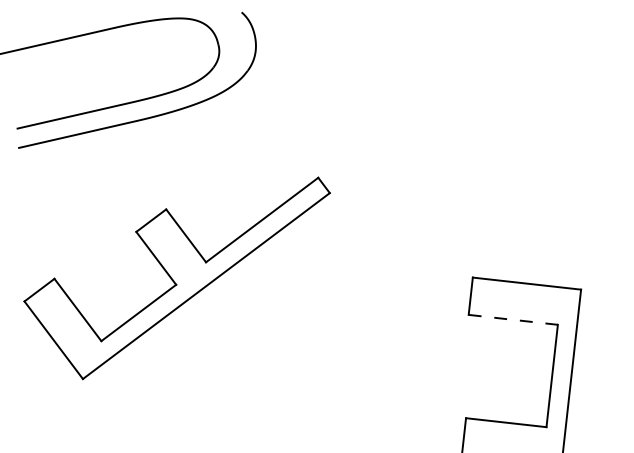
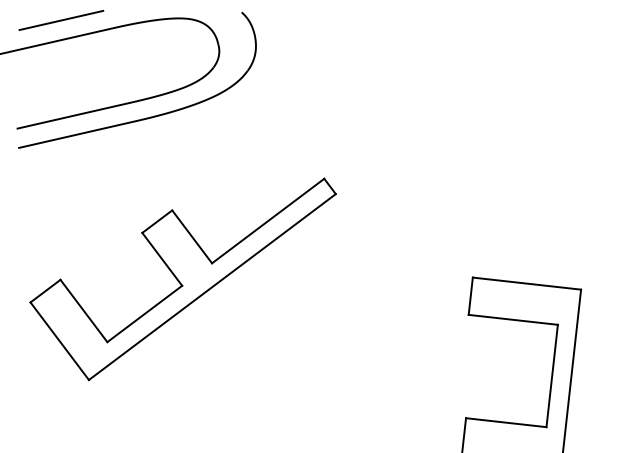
line at (61, 19): none -> present
part at (176, 278) position: (176, 278) -> (182, 279)
line at (513, 319): dashed -> solid
